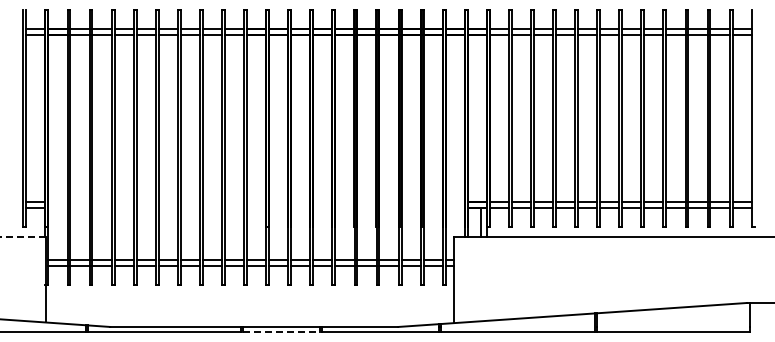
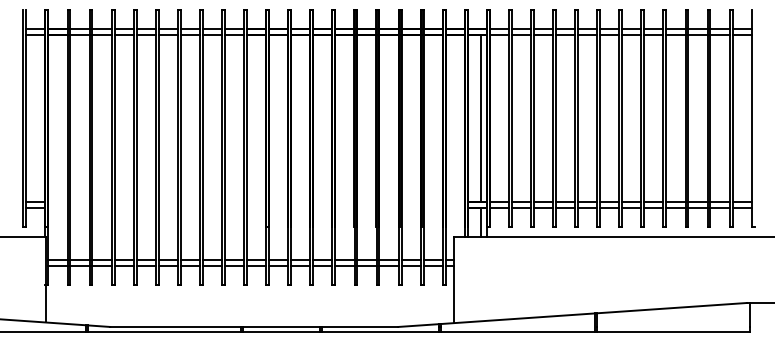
line at (481, 118): none -> present
line at (22, 236): dashed -> solid
line at (282, 331): dashed -> solid
